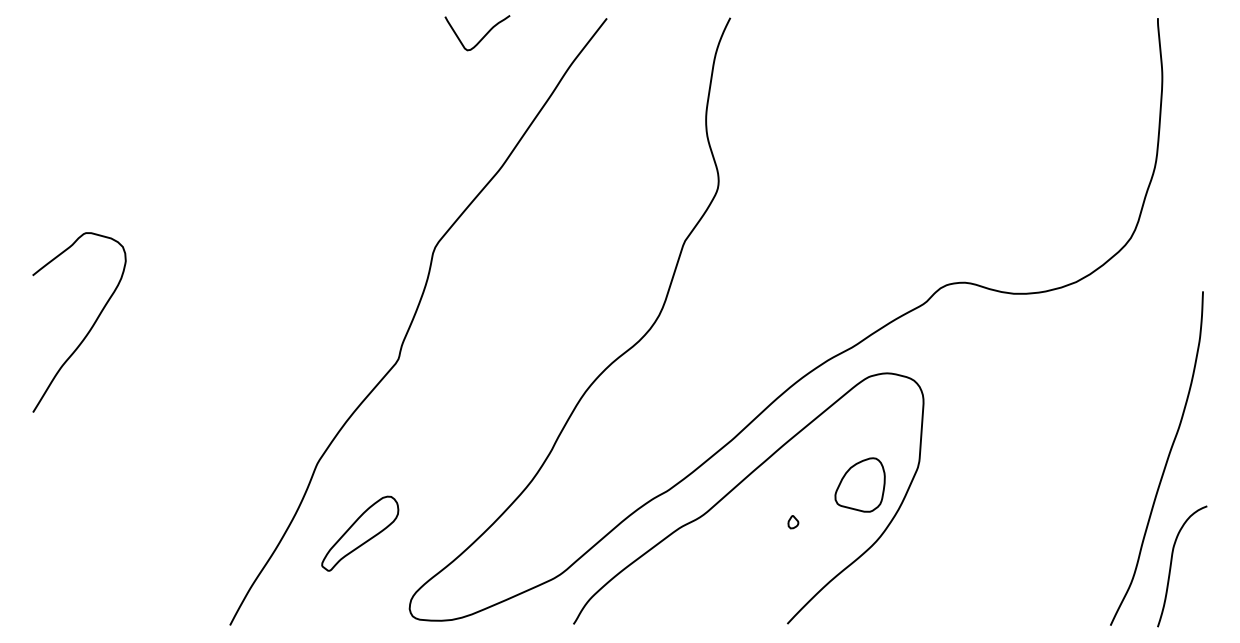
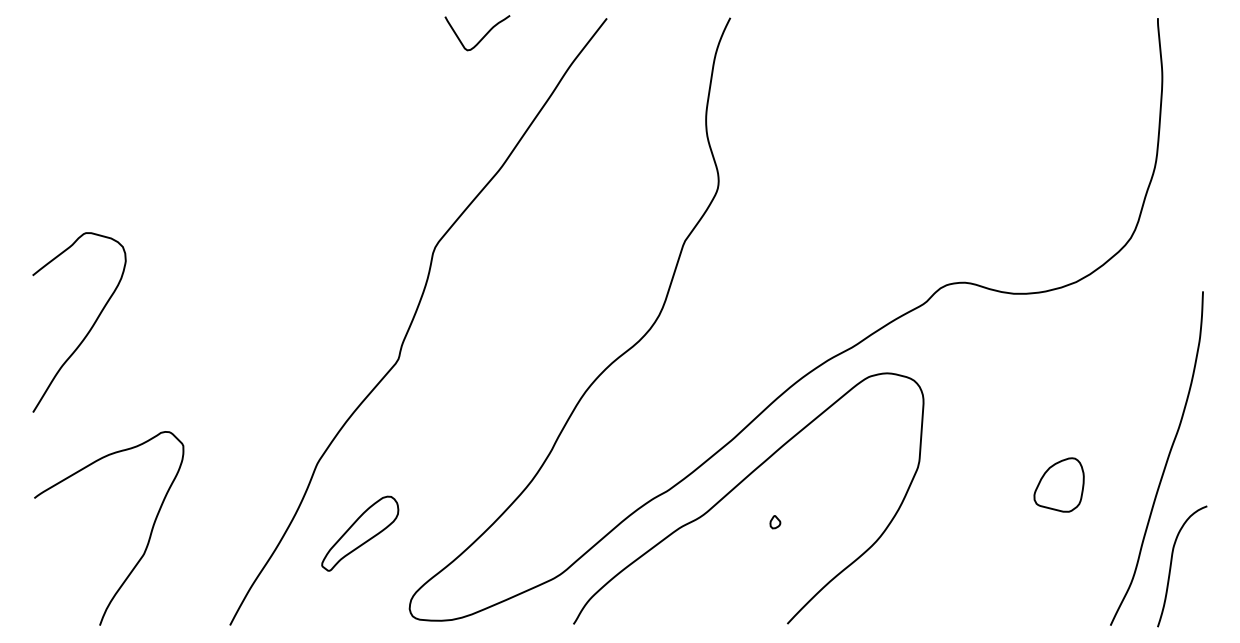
part at (859, 484) position: (859, 484) -> (1058, 484)
part at (793, 522) position: (793, 522) -> (775, 522)
curve at (148, 538): none -> present
